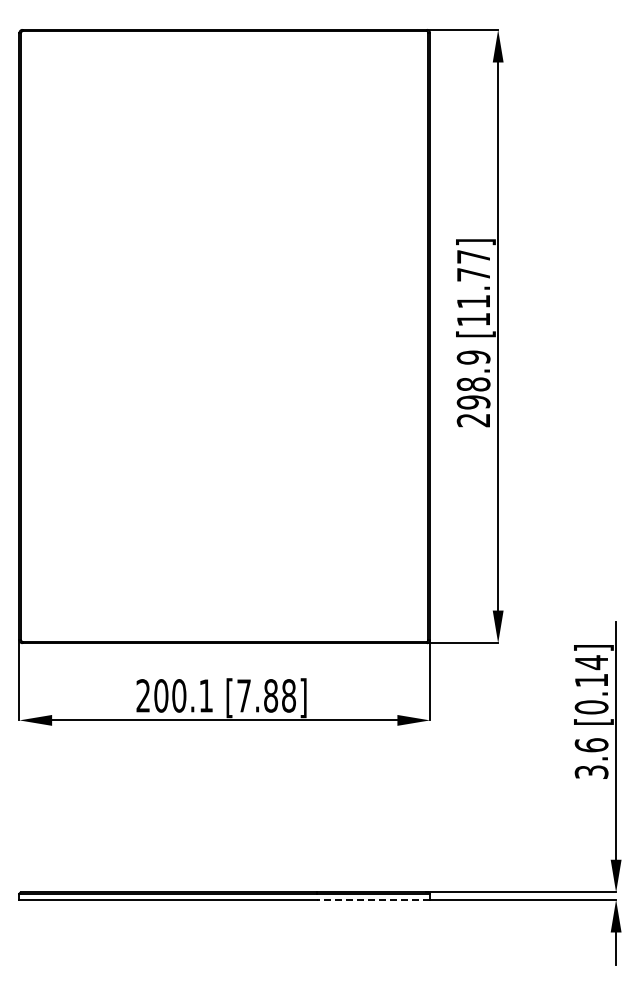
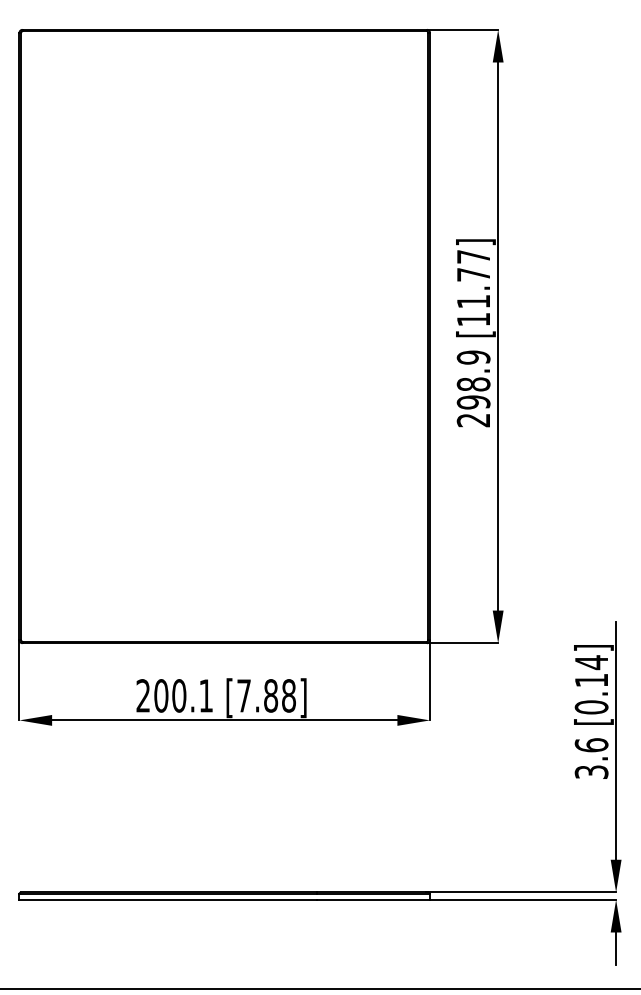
line at (373, 899): dashed -> solid
line at (319, 988): none -> present
